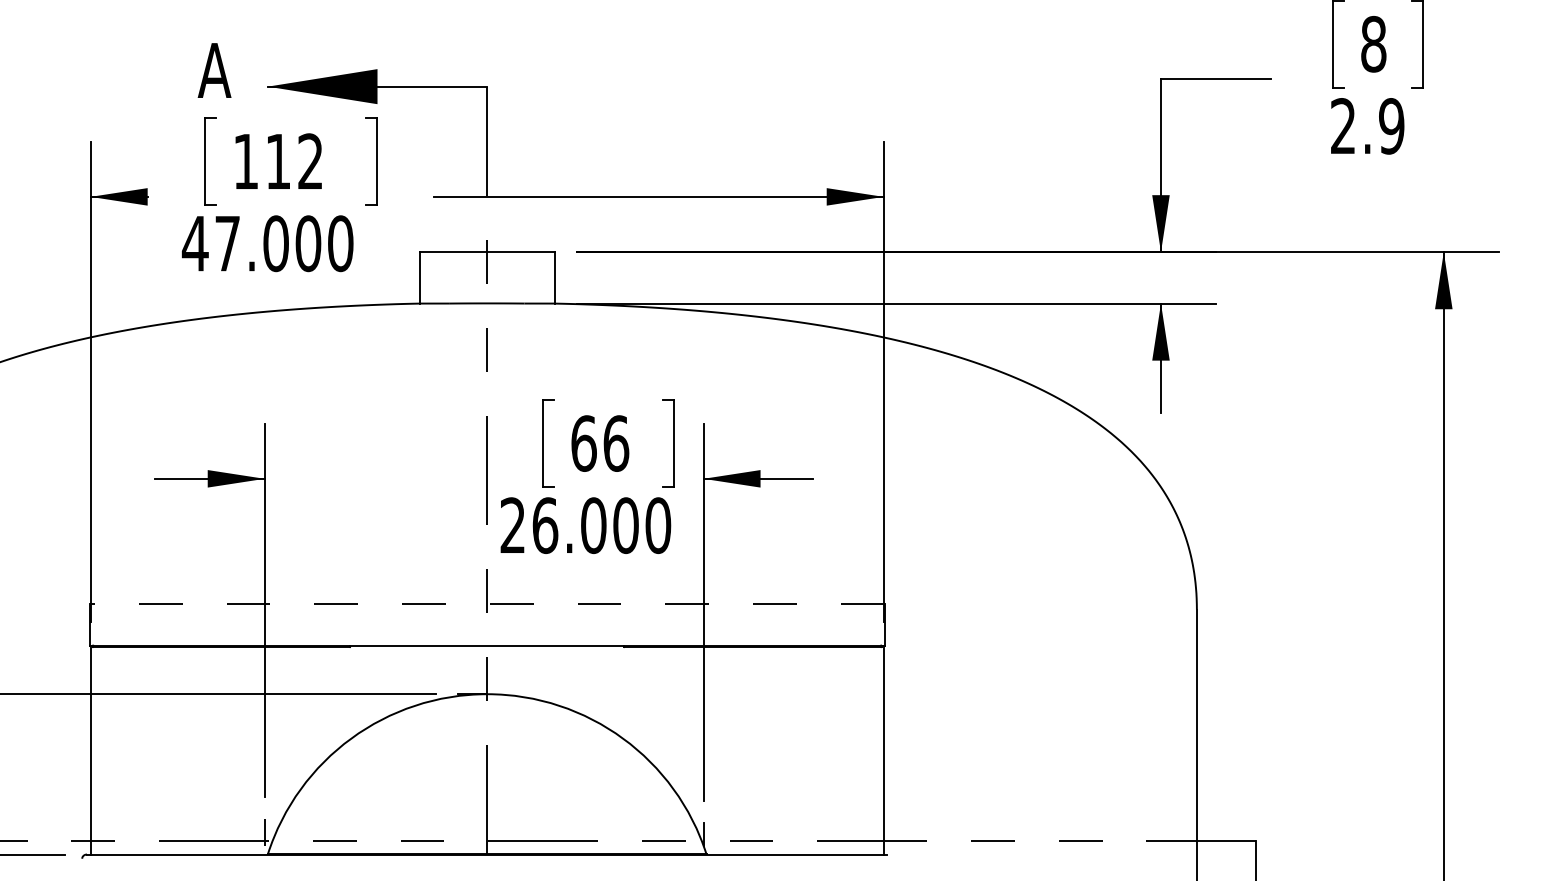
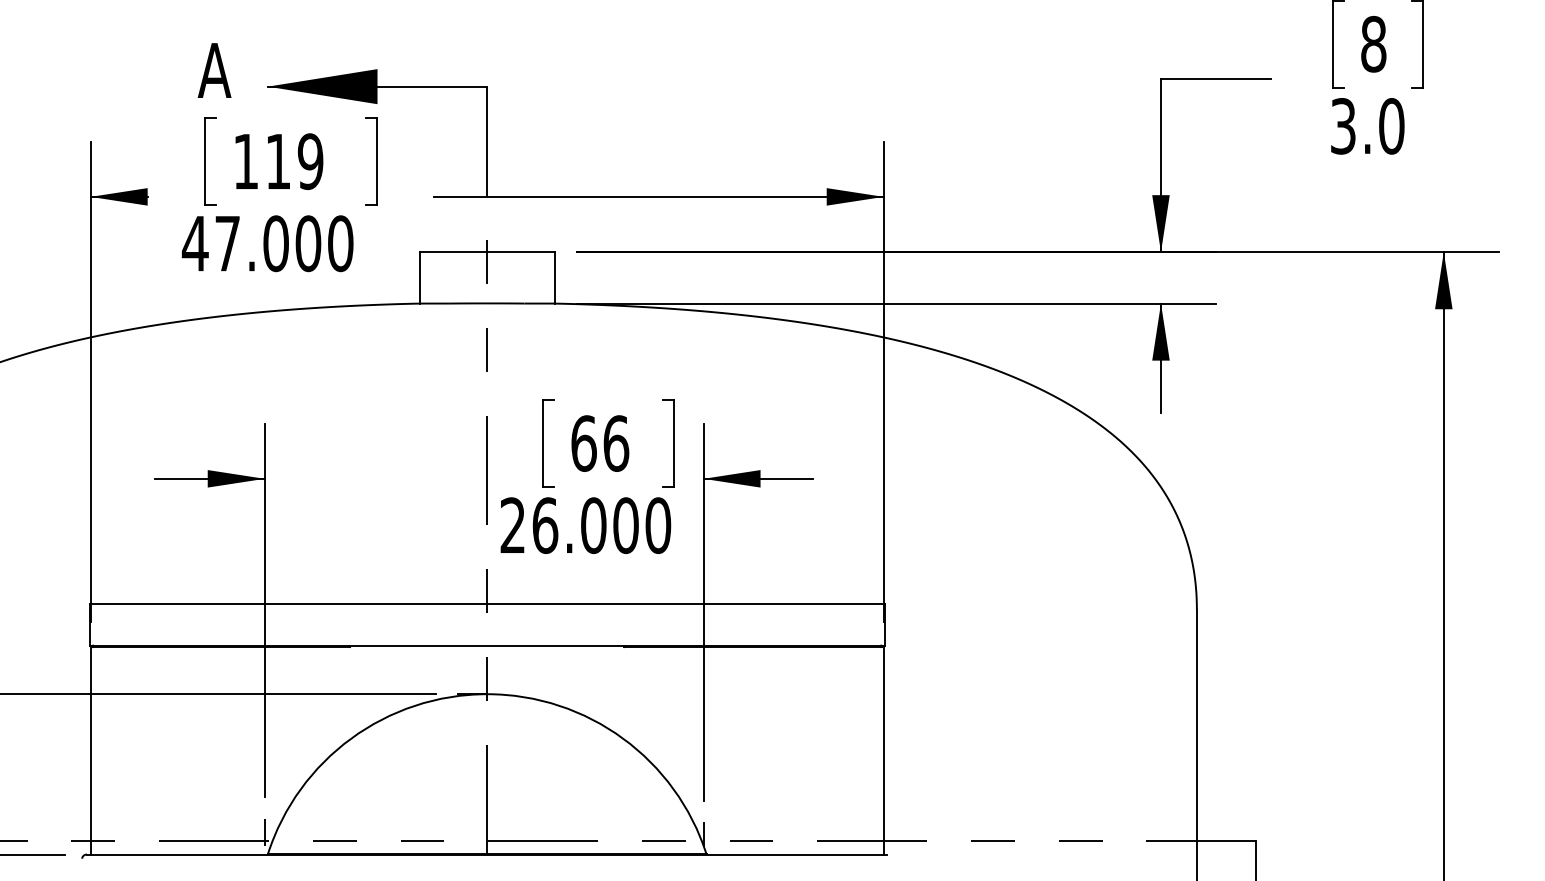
text at (1367, 126): 2.9 -> 3.0
text at (310, 161): 112 -> 119
line at (487, 603): dashed -> solid
